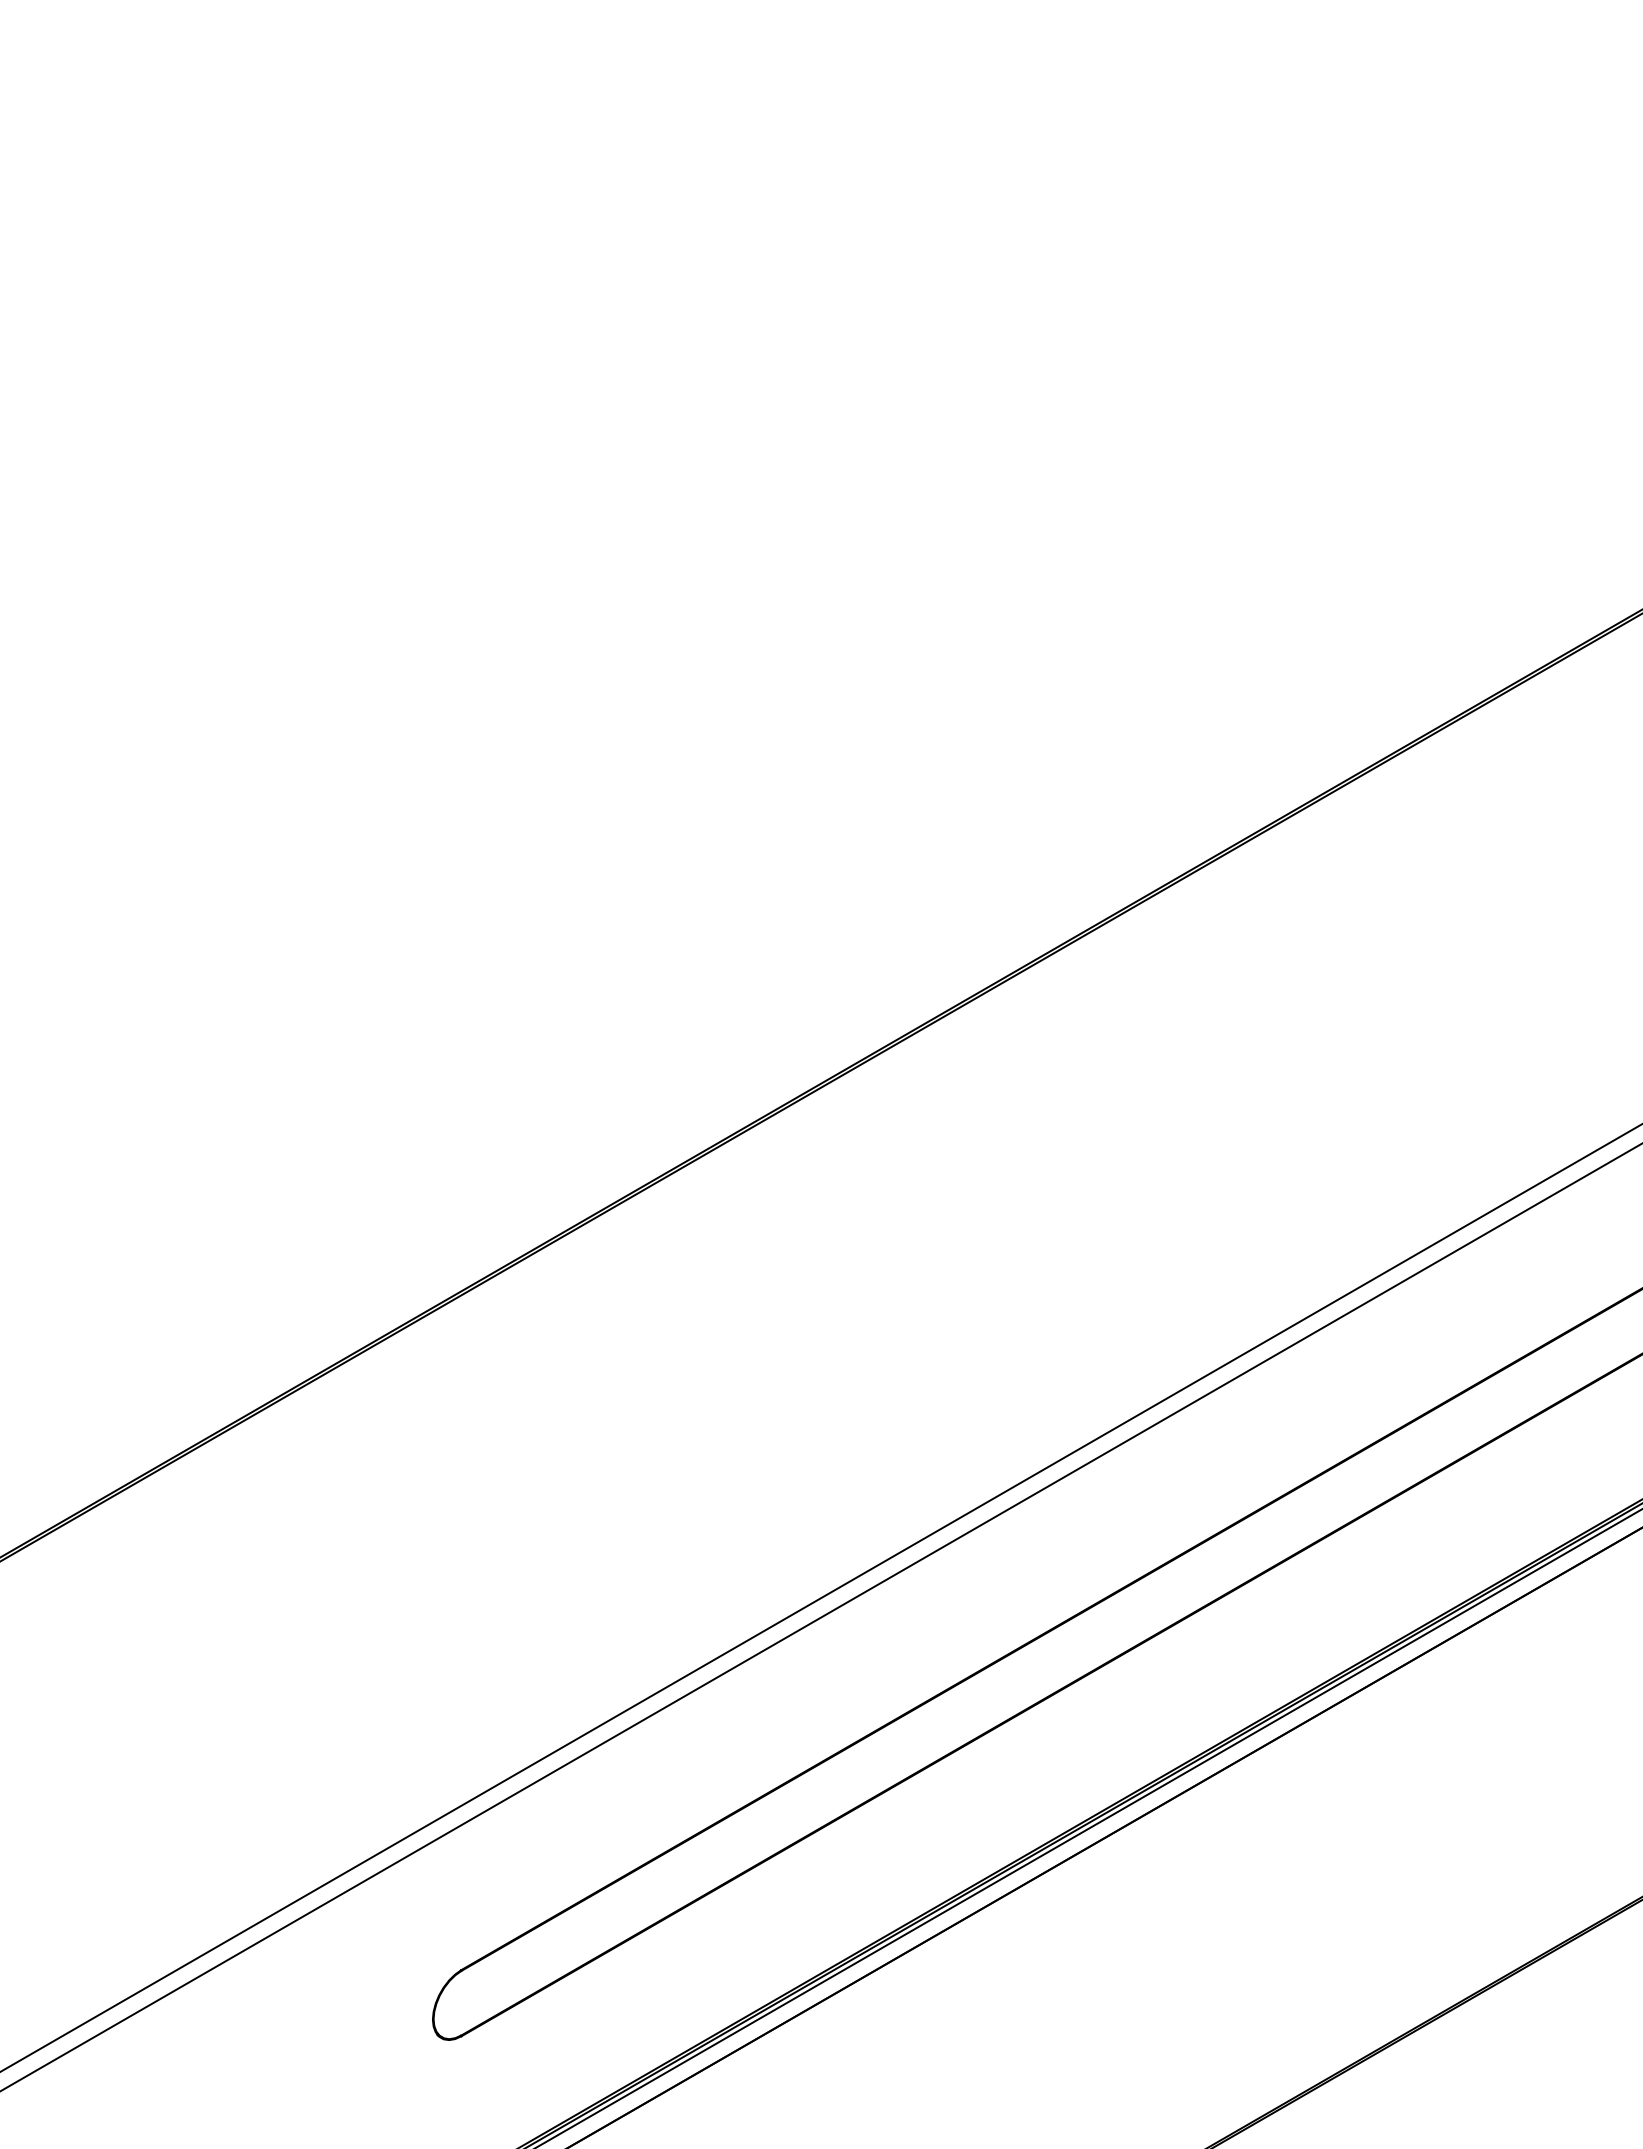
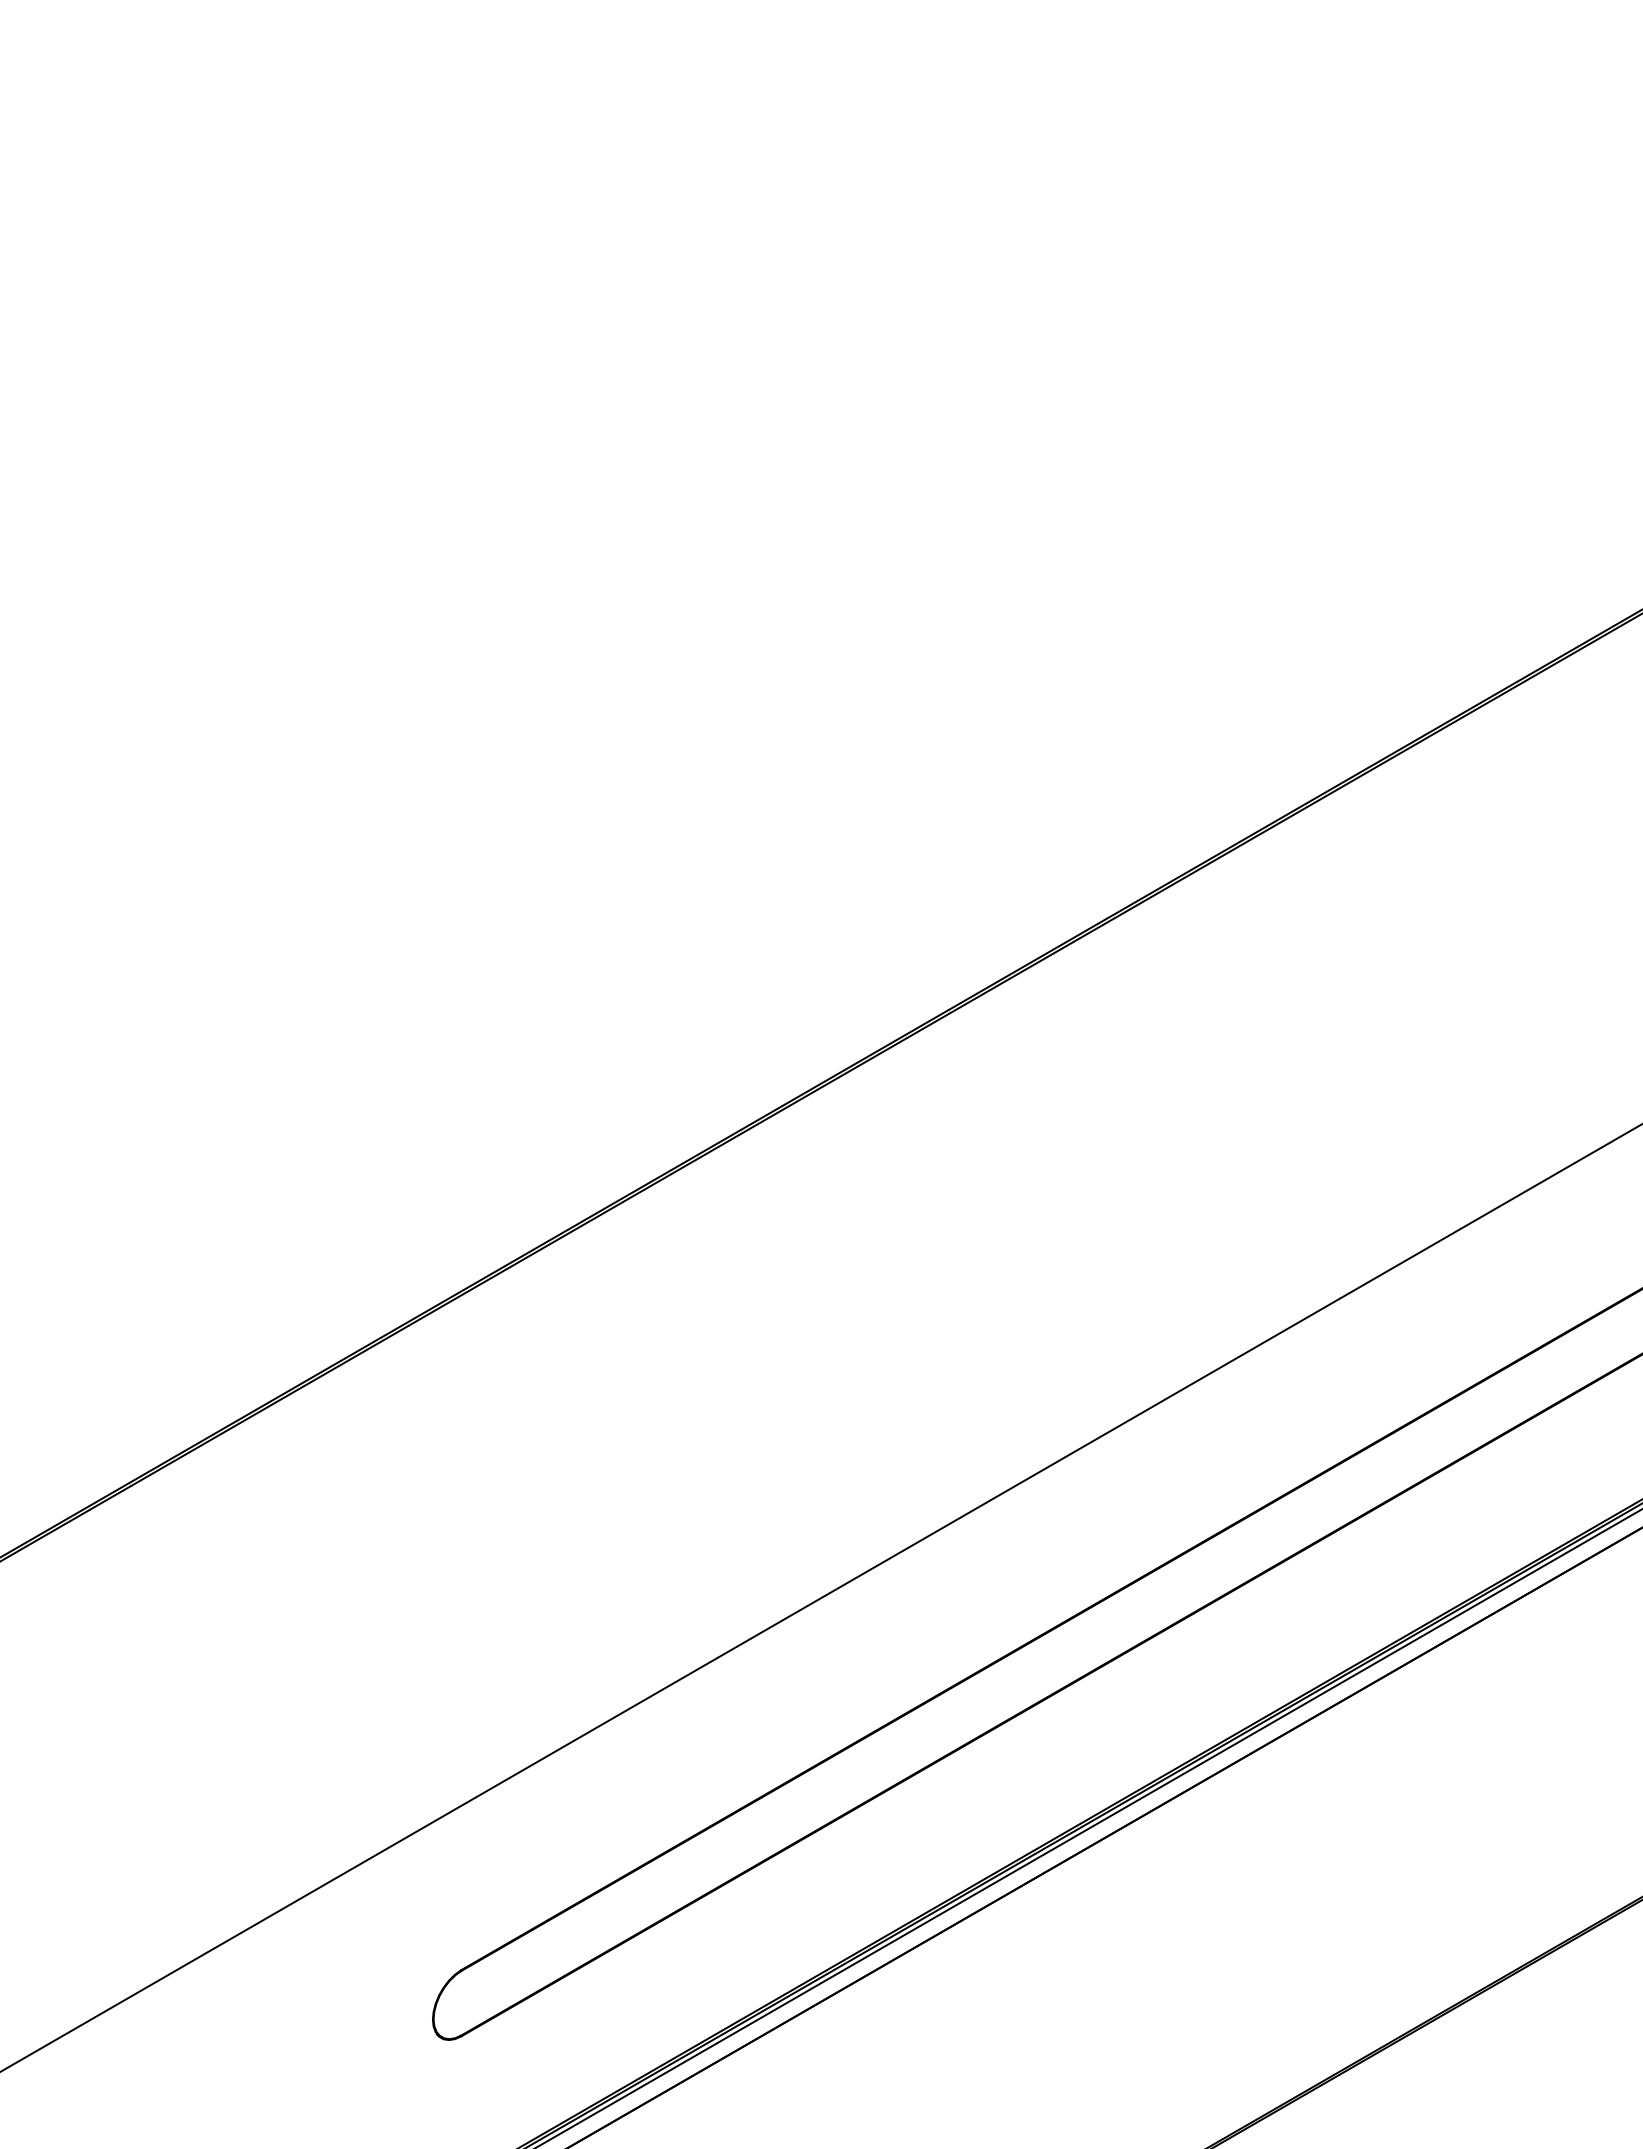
line at (820, 1617): present -> none
